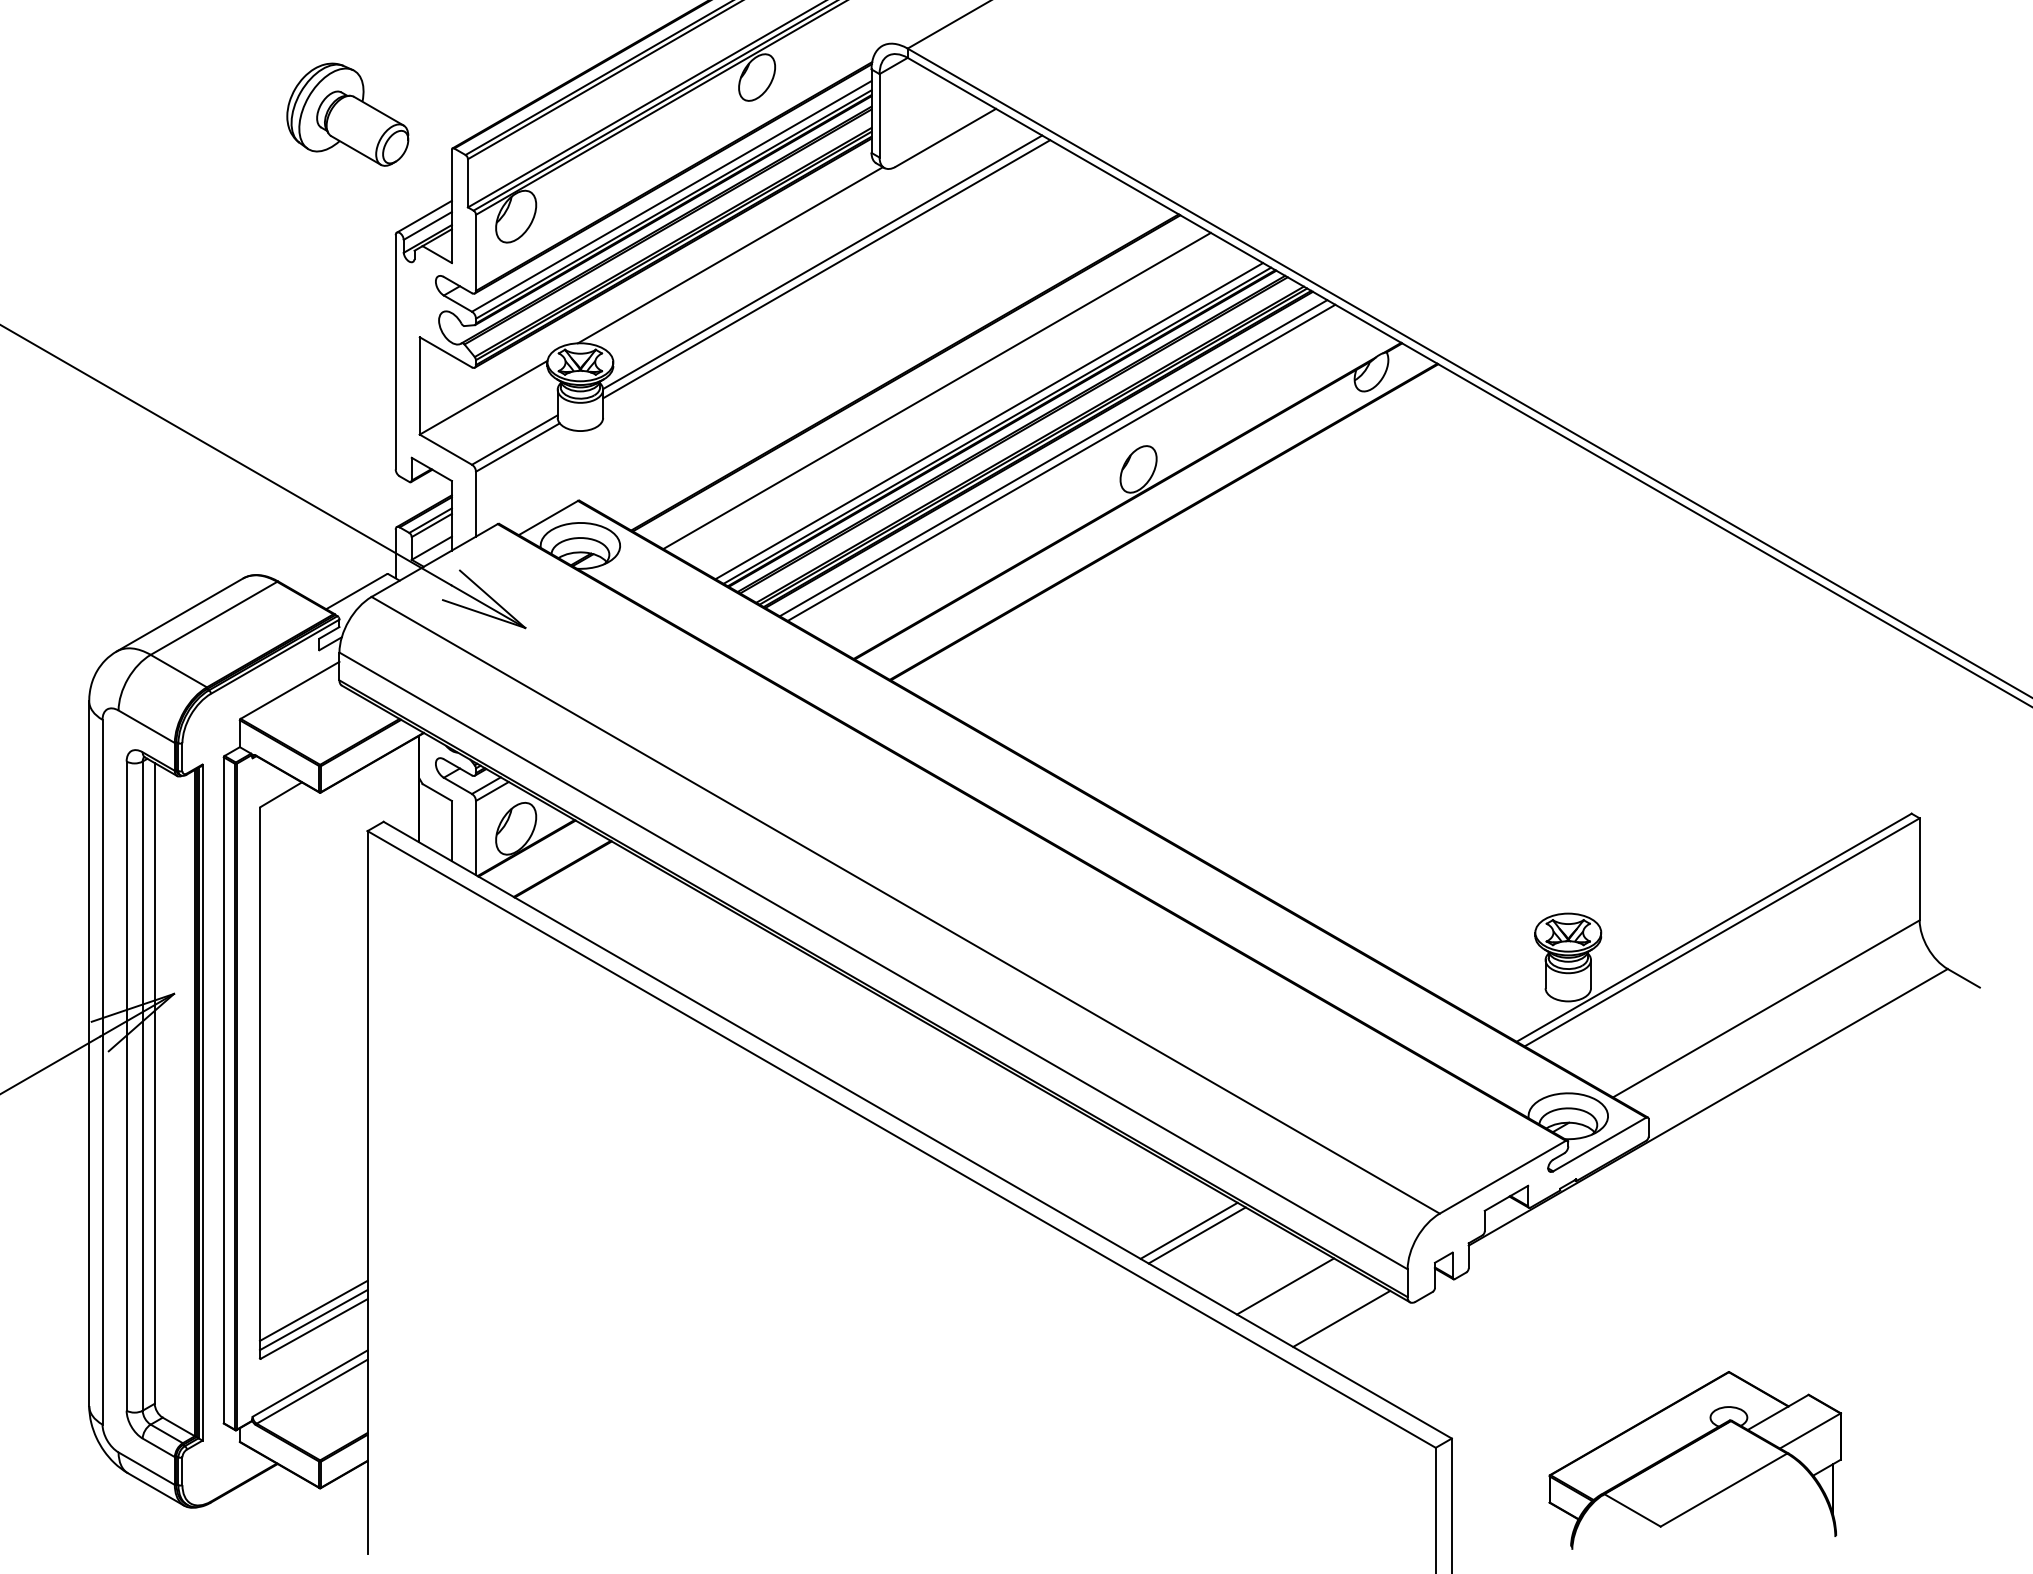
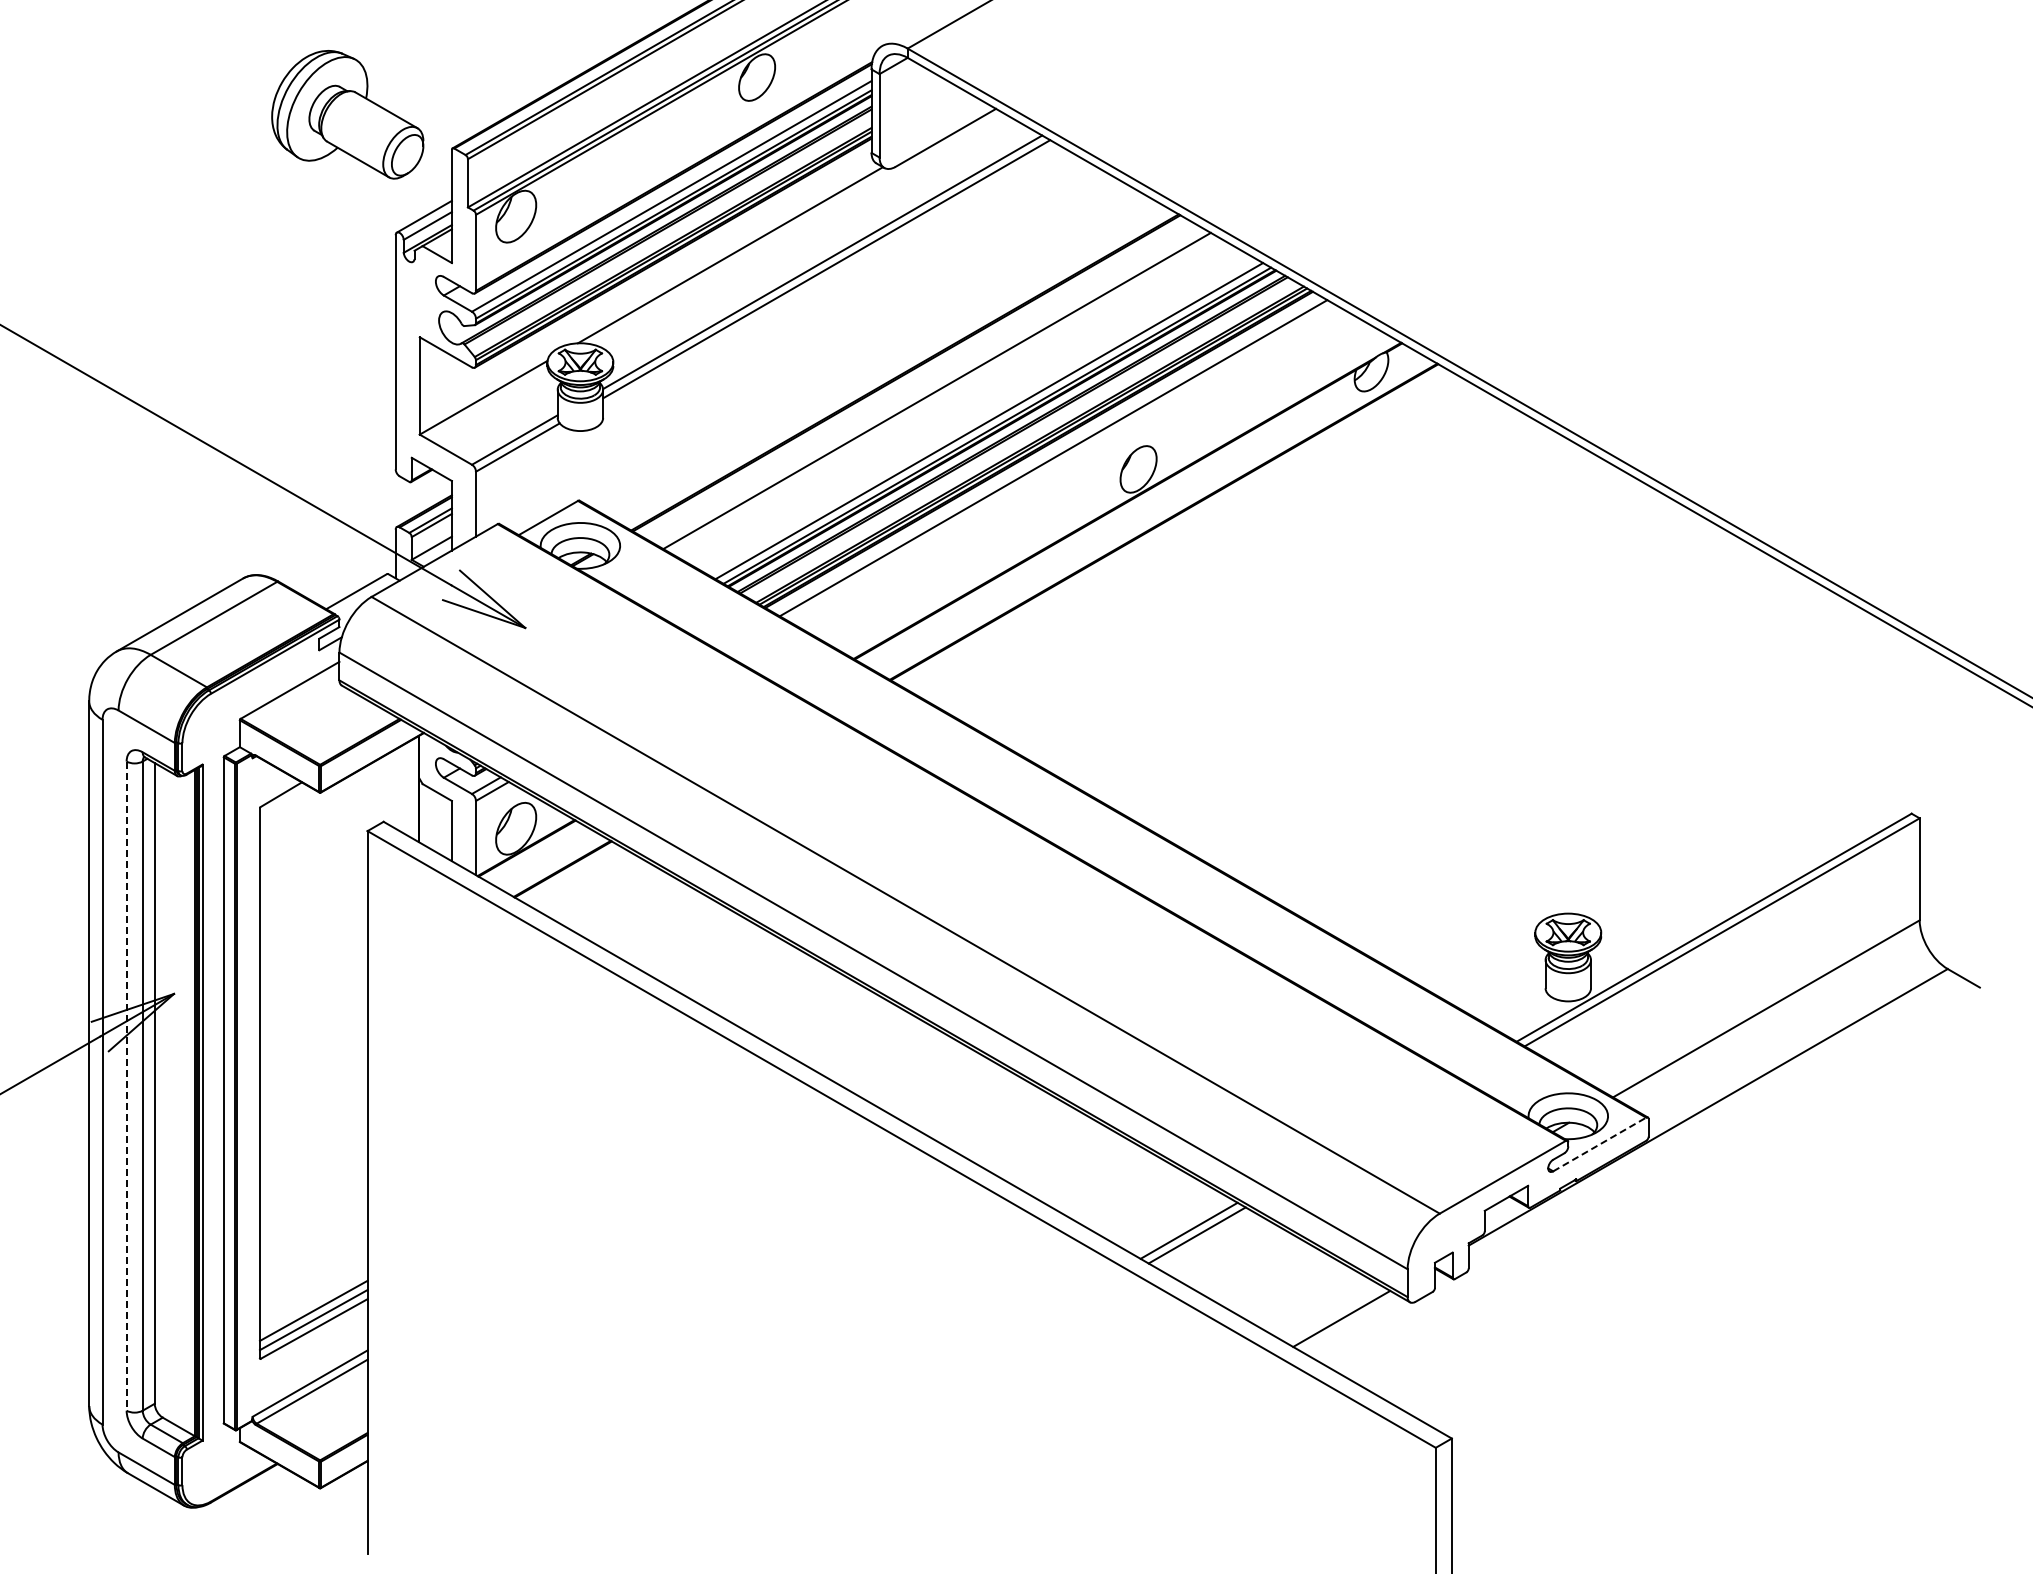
part at (347, 114) size: 124x105 px -> 154x130 px
line at (1061, 462): present -> none
line at (126, 1086): solid -> dashed
line at (1599, 1144): solid -> dashed
line at (1285, 1286): present -> none
part at (1694, 1460): present -> none
